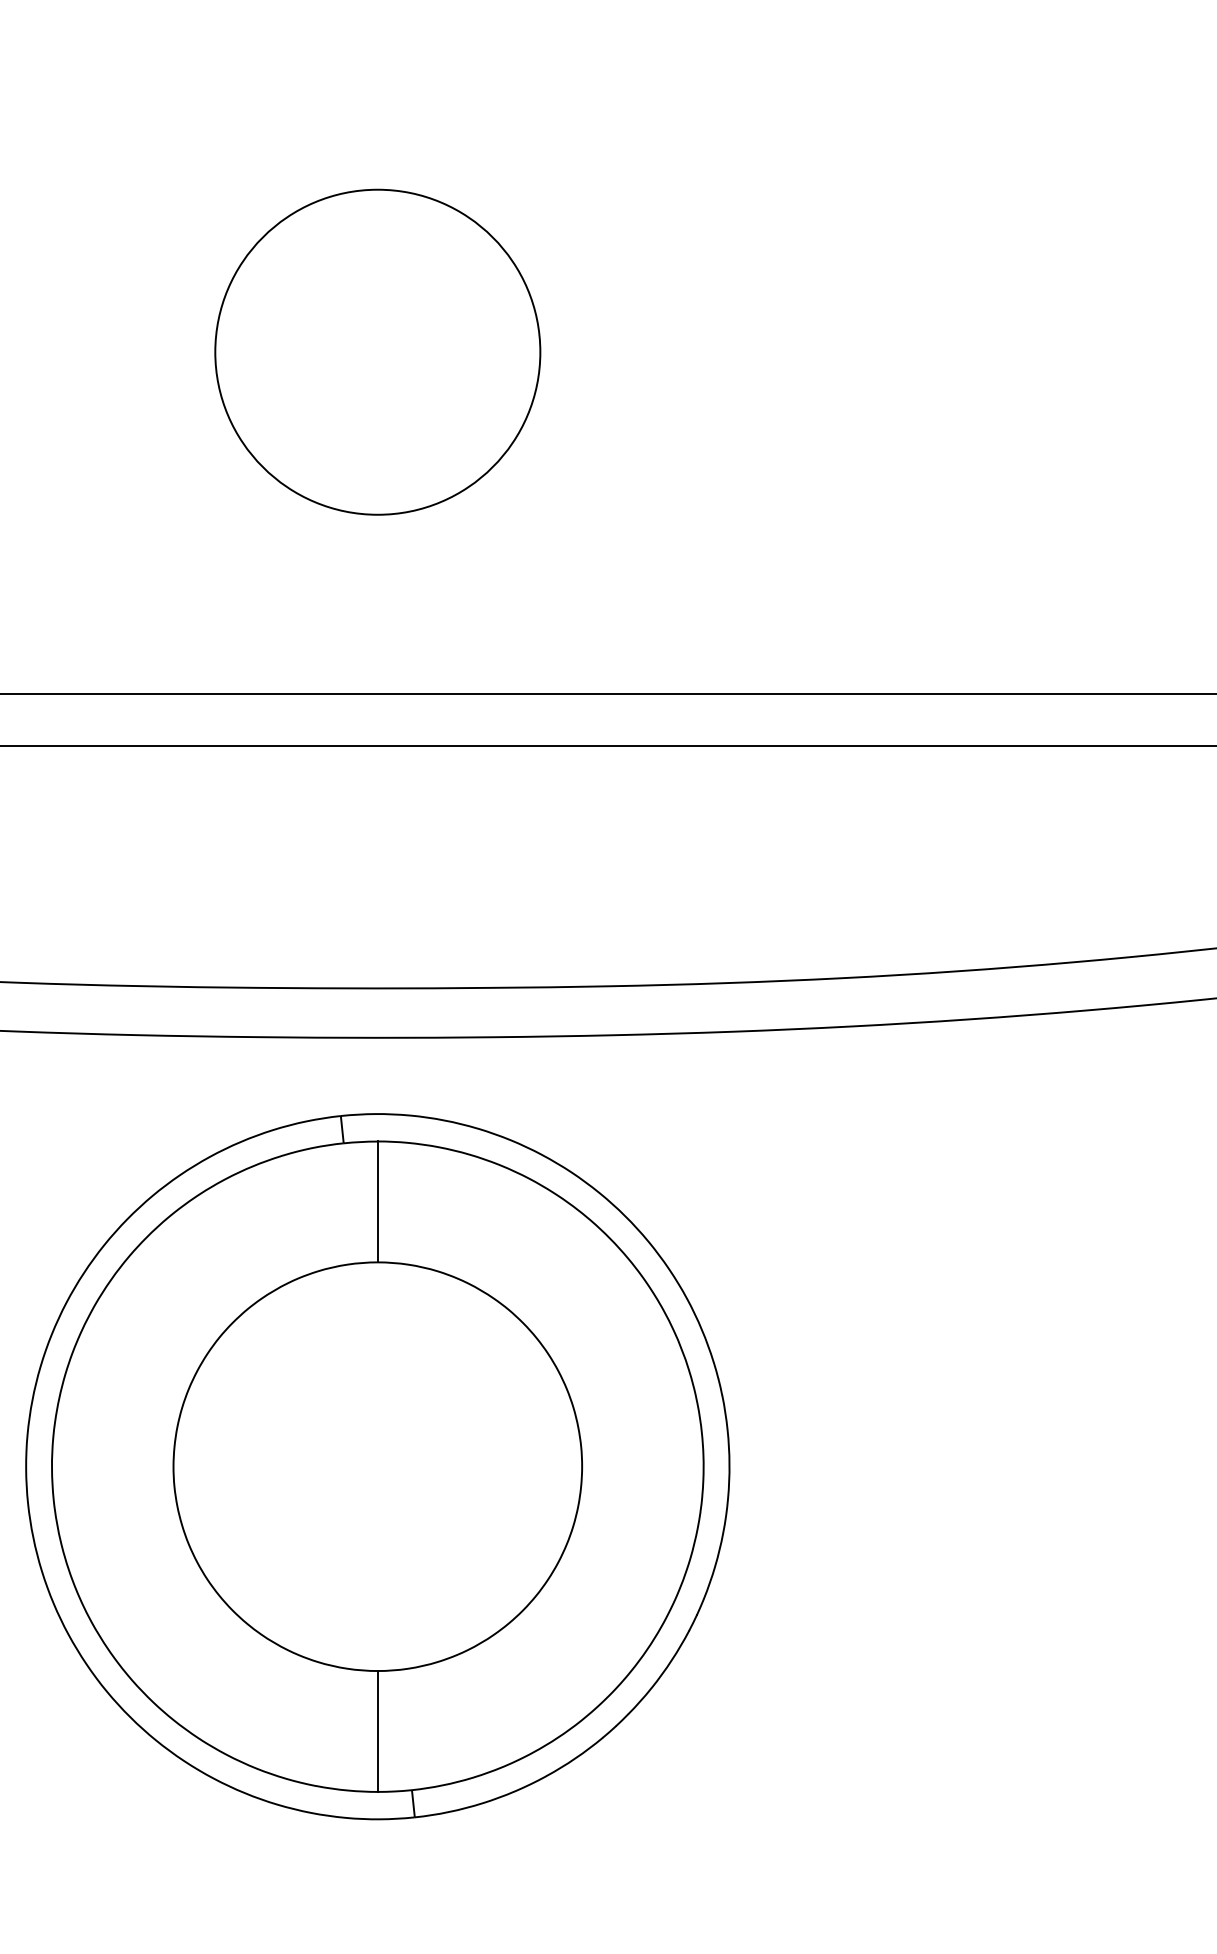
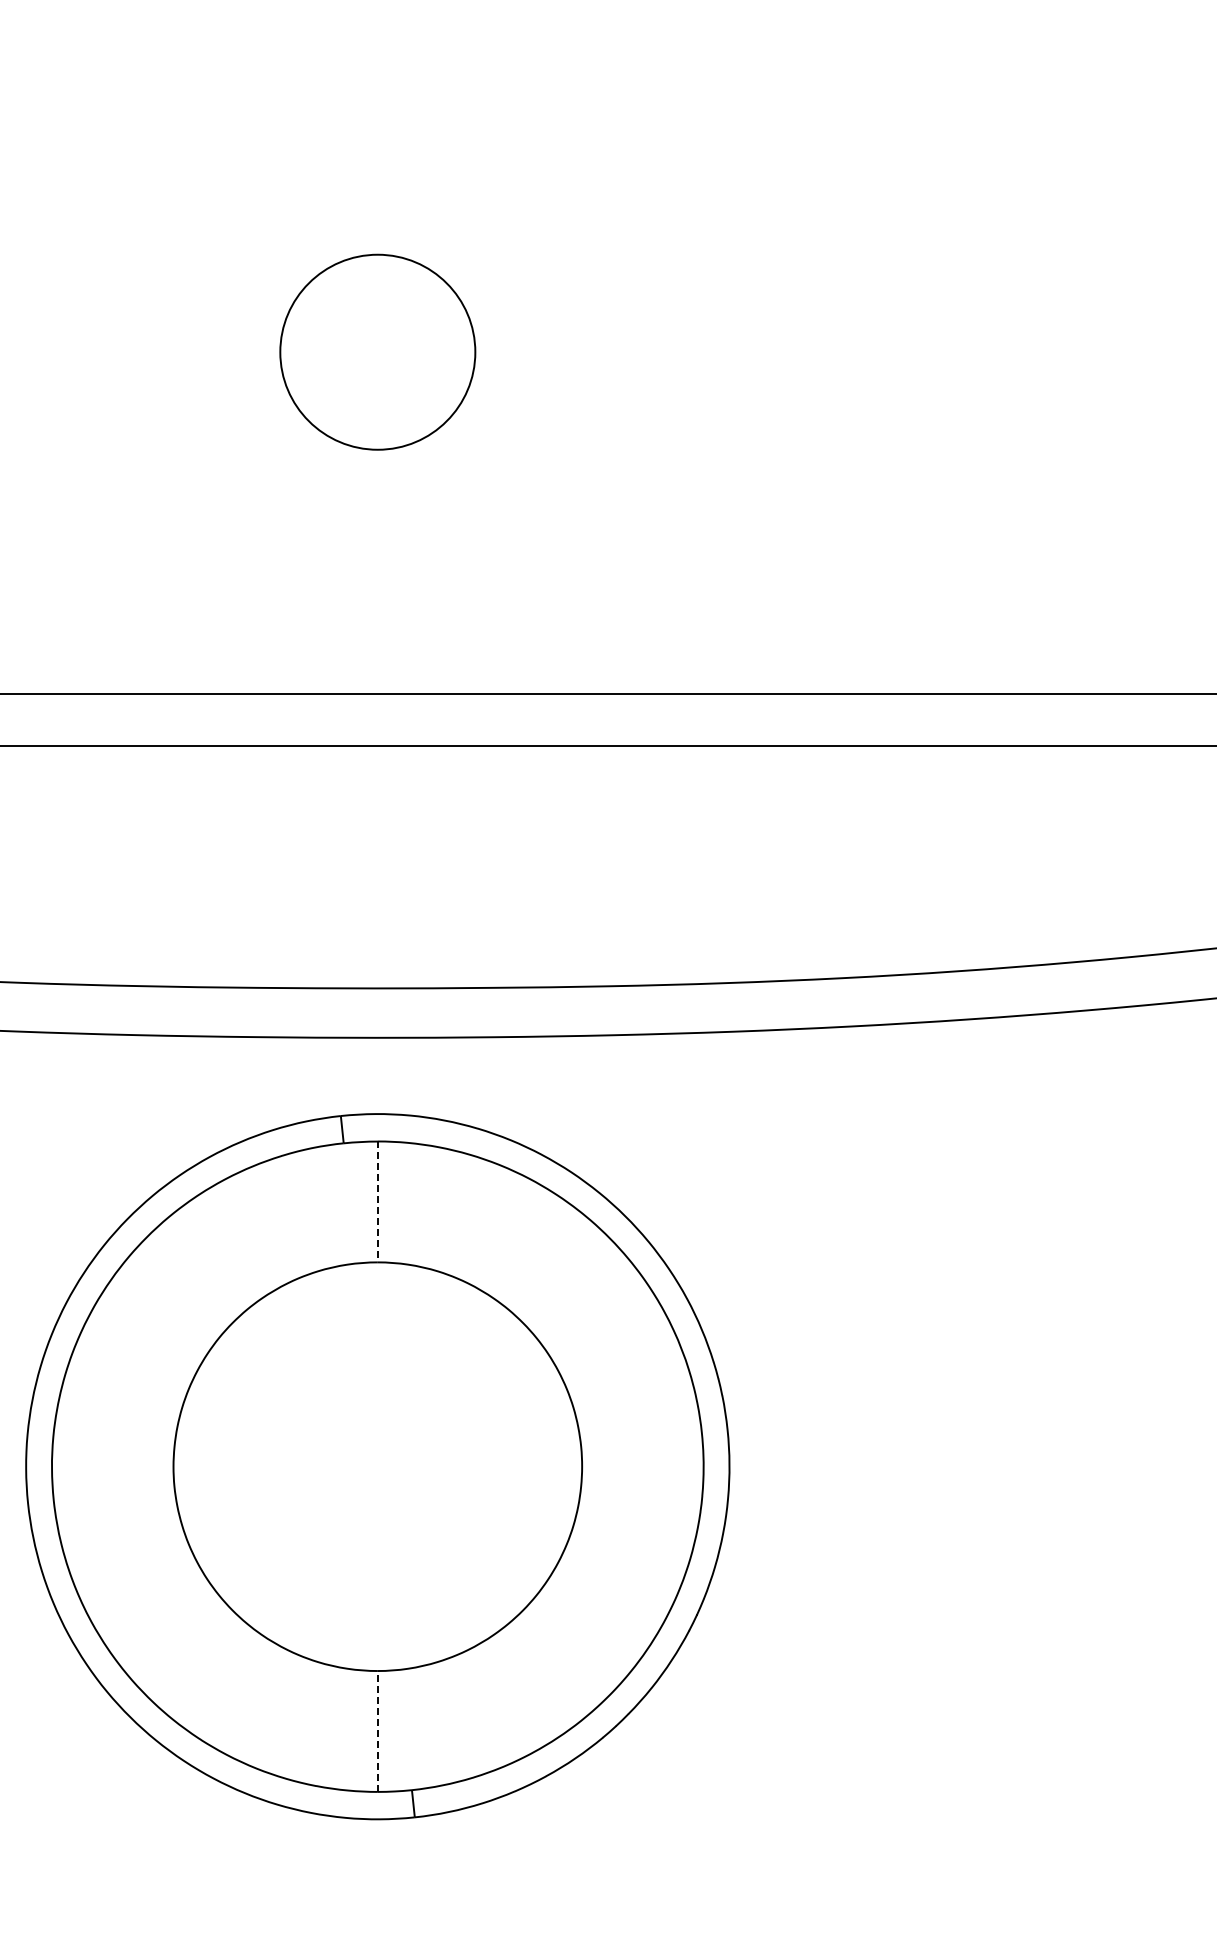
circle at (377, 351) diameter: 325 px -> 195 px
line at (377, 1202): solid -> dashed
line at (377, 1730): solid -> dashed
